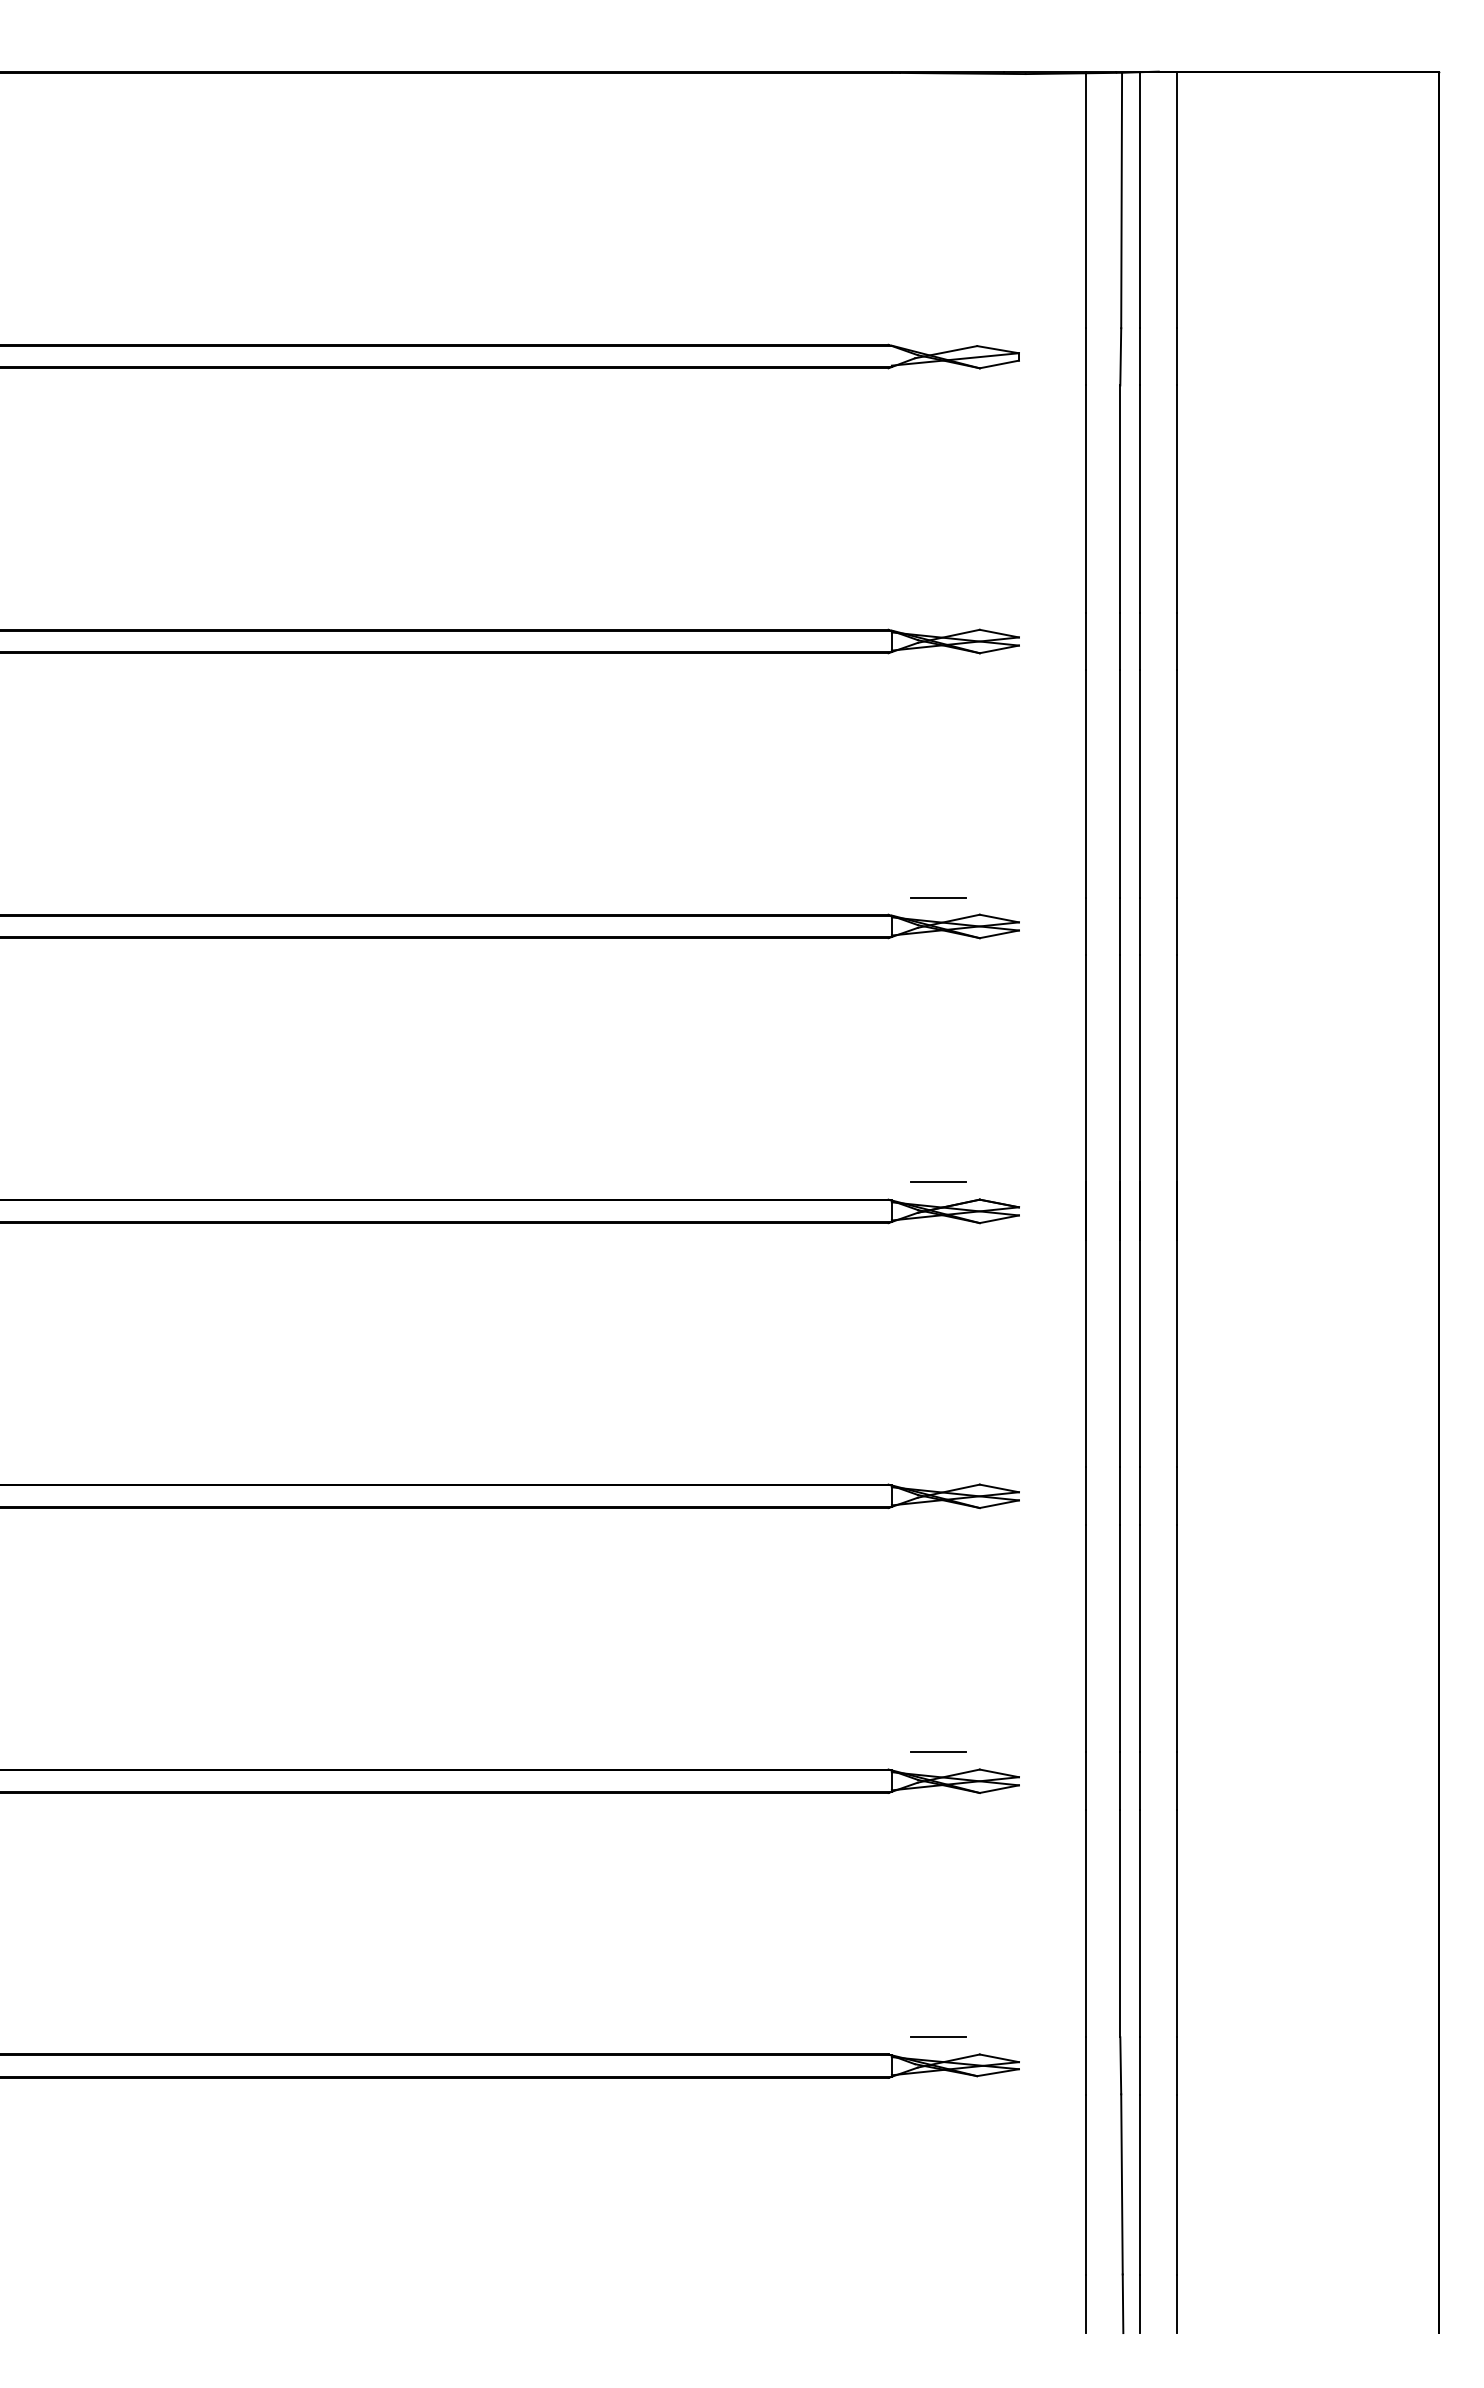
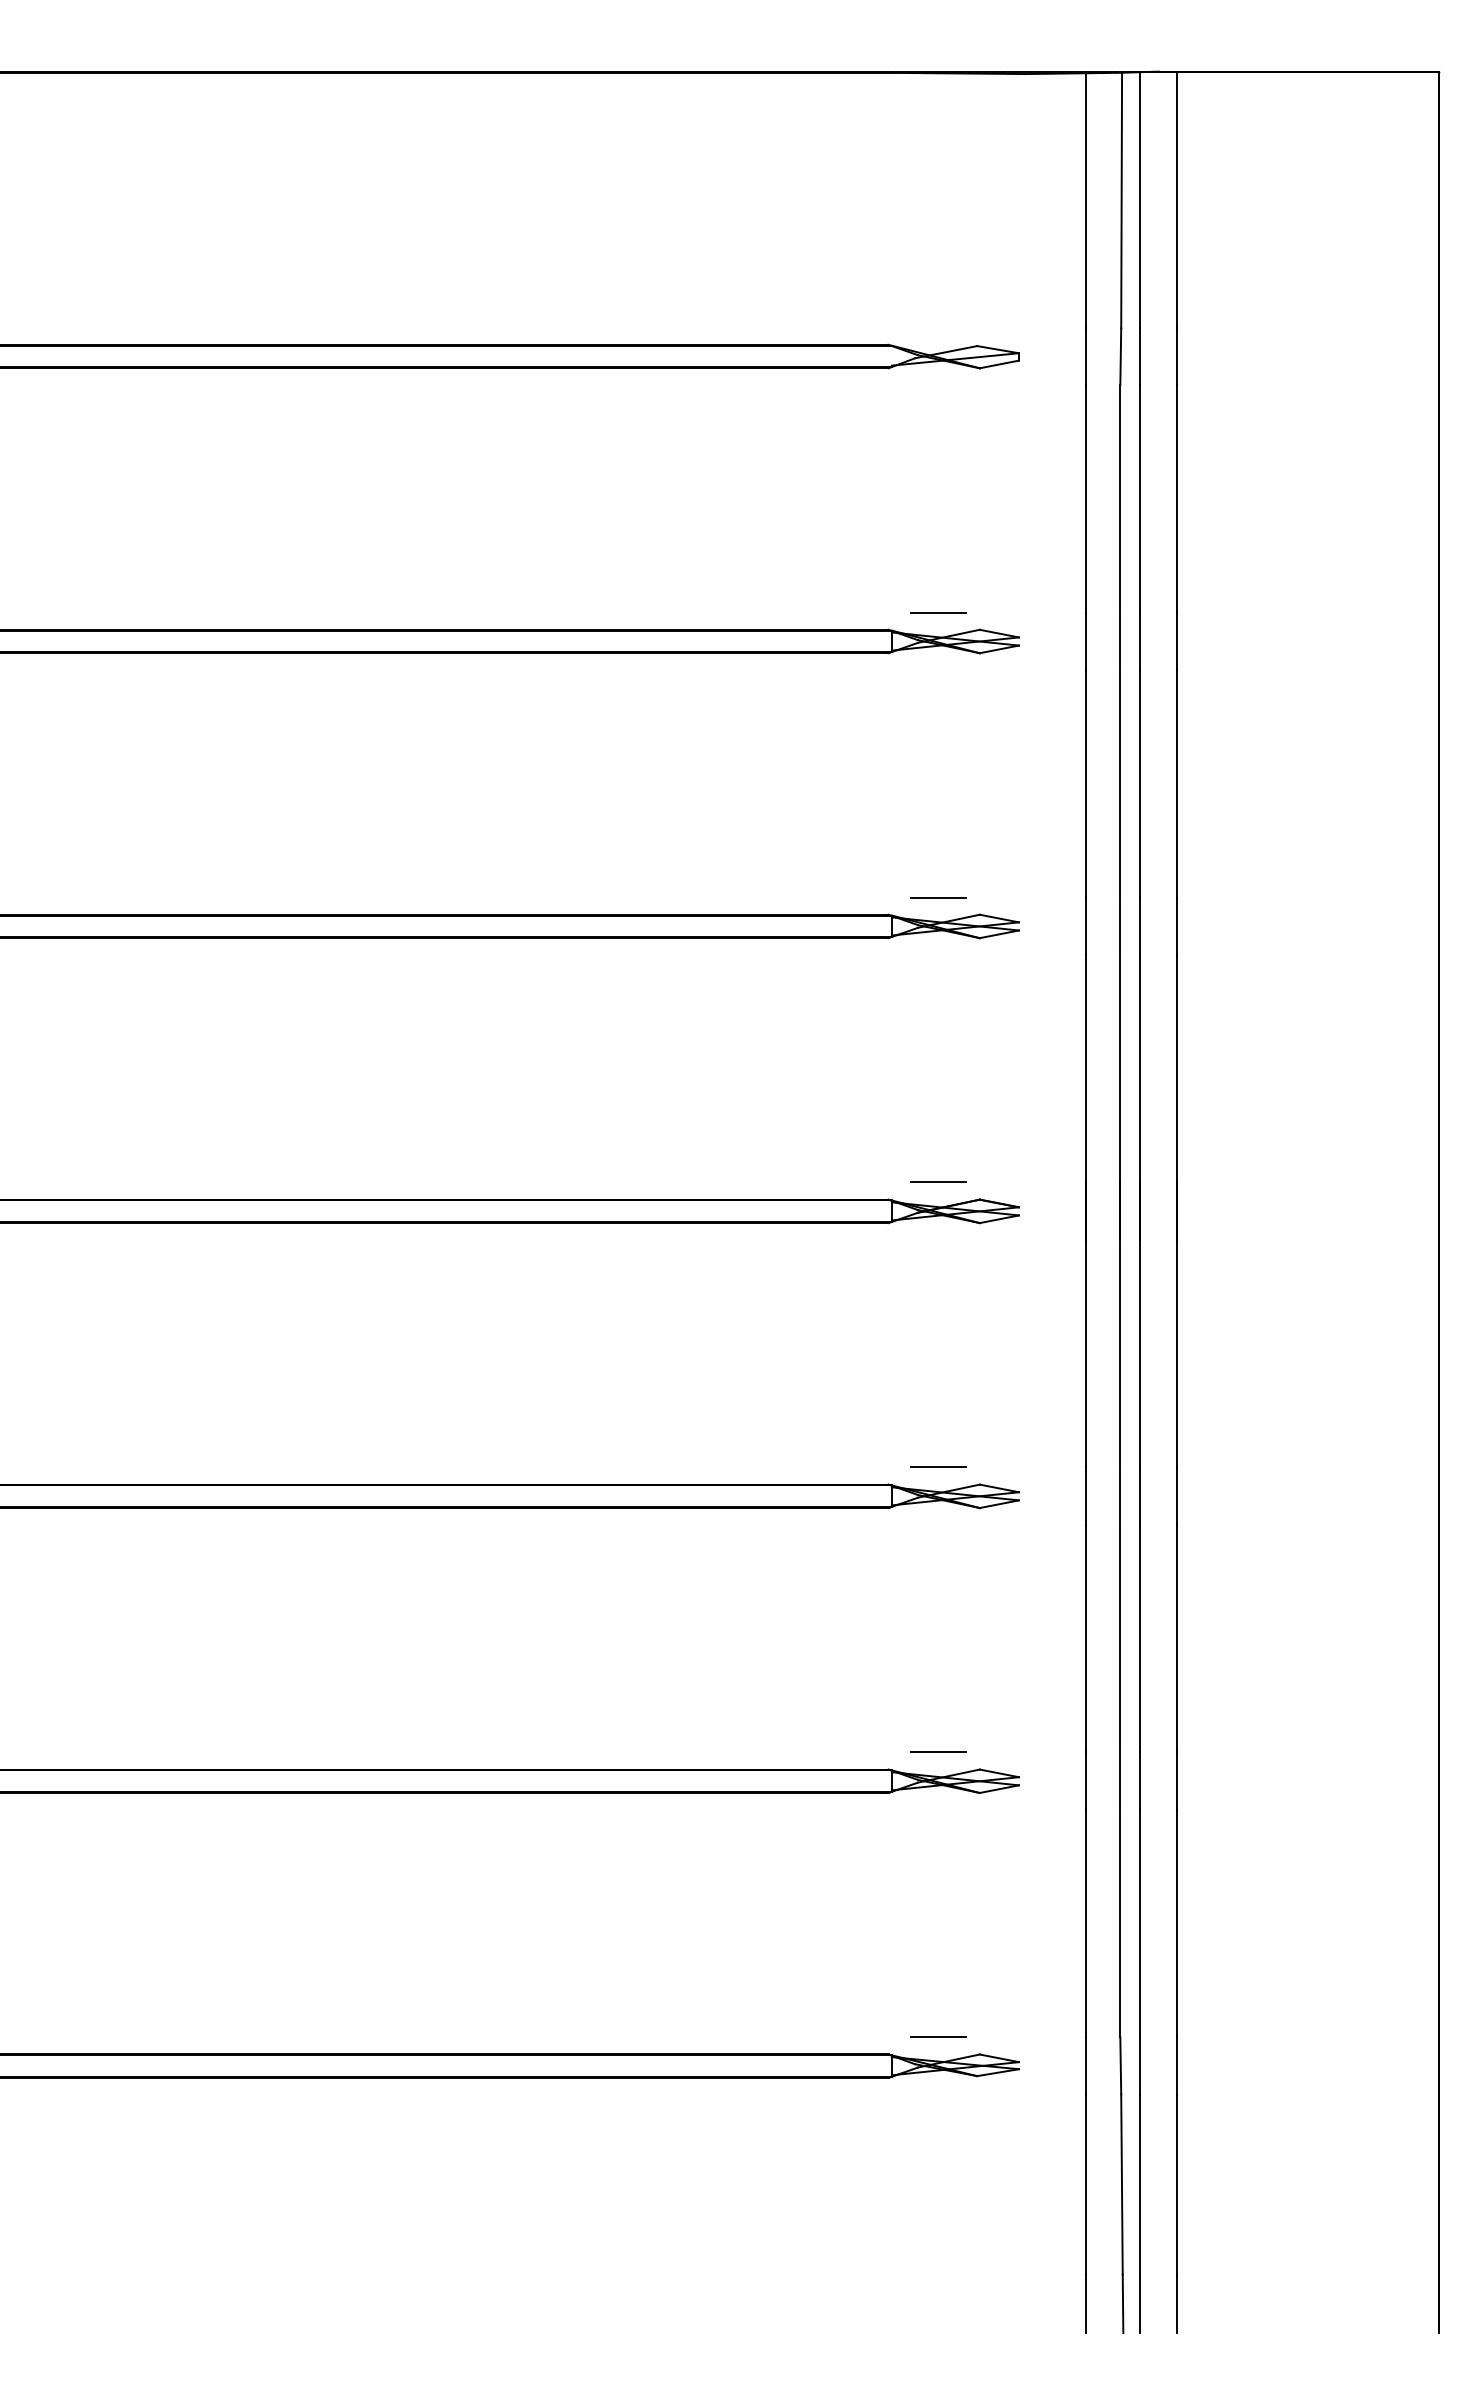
line at (938, 612): none -> present
line at (938, 1466): none -> present
